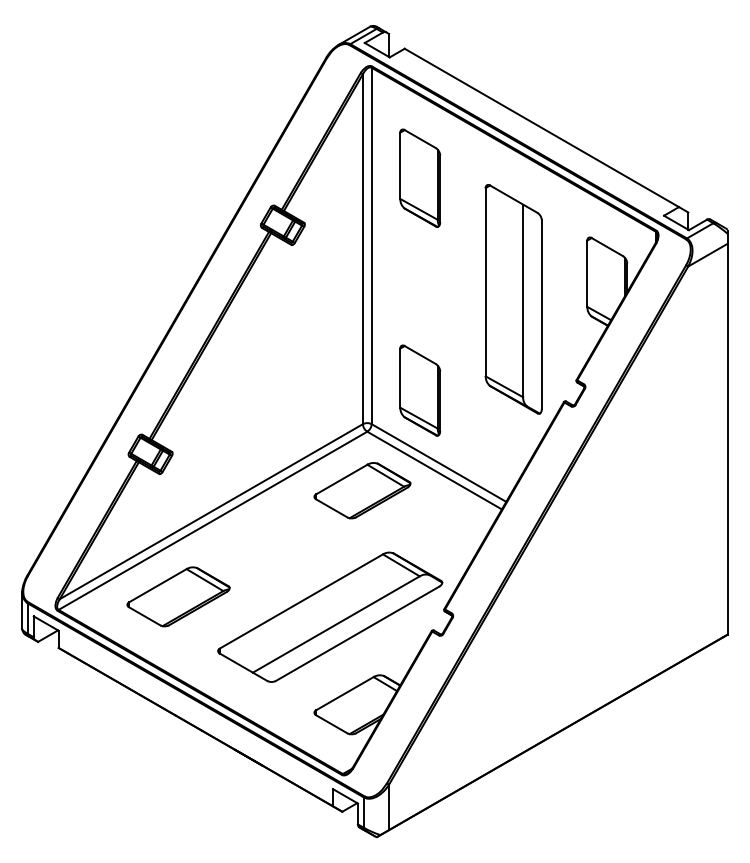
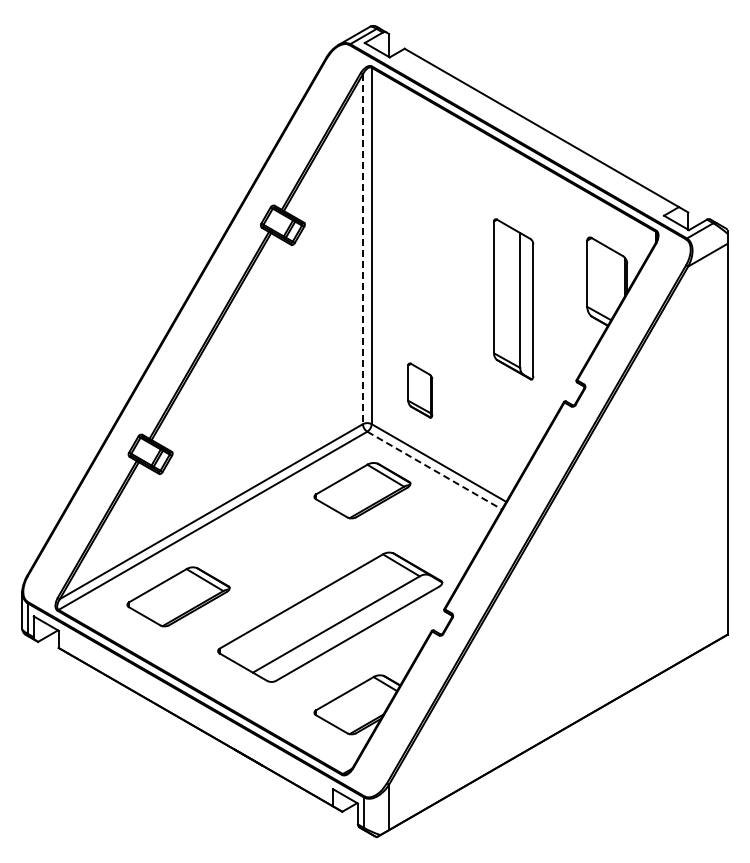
part at (420, 177): present -> none
line at (362, 249): solid -> dashed
part at (513, 299) size: 59x231 px -> 42x163 px
part at (420, 390) size: 43x93 px -> 27x57 px
line at (434, 470): solid -> dashed
